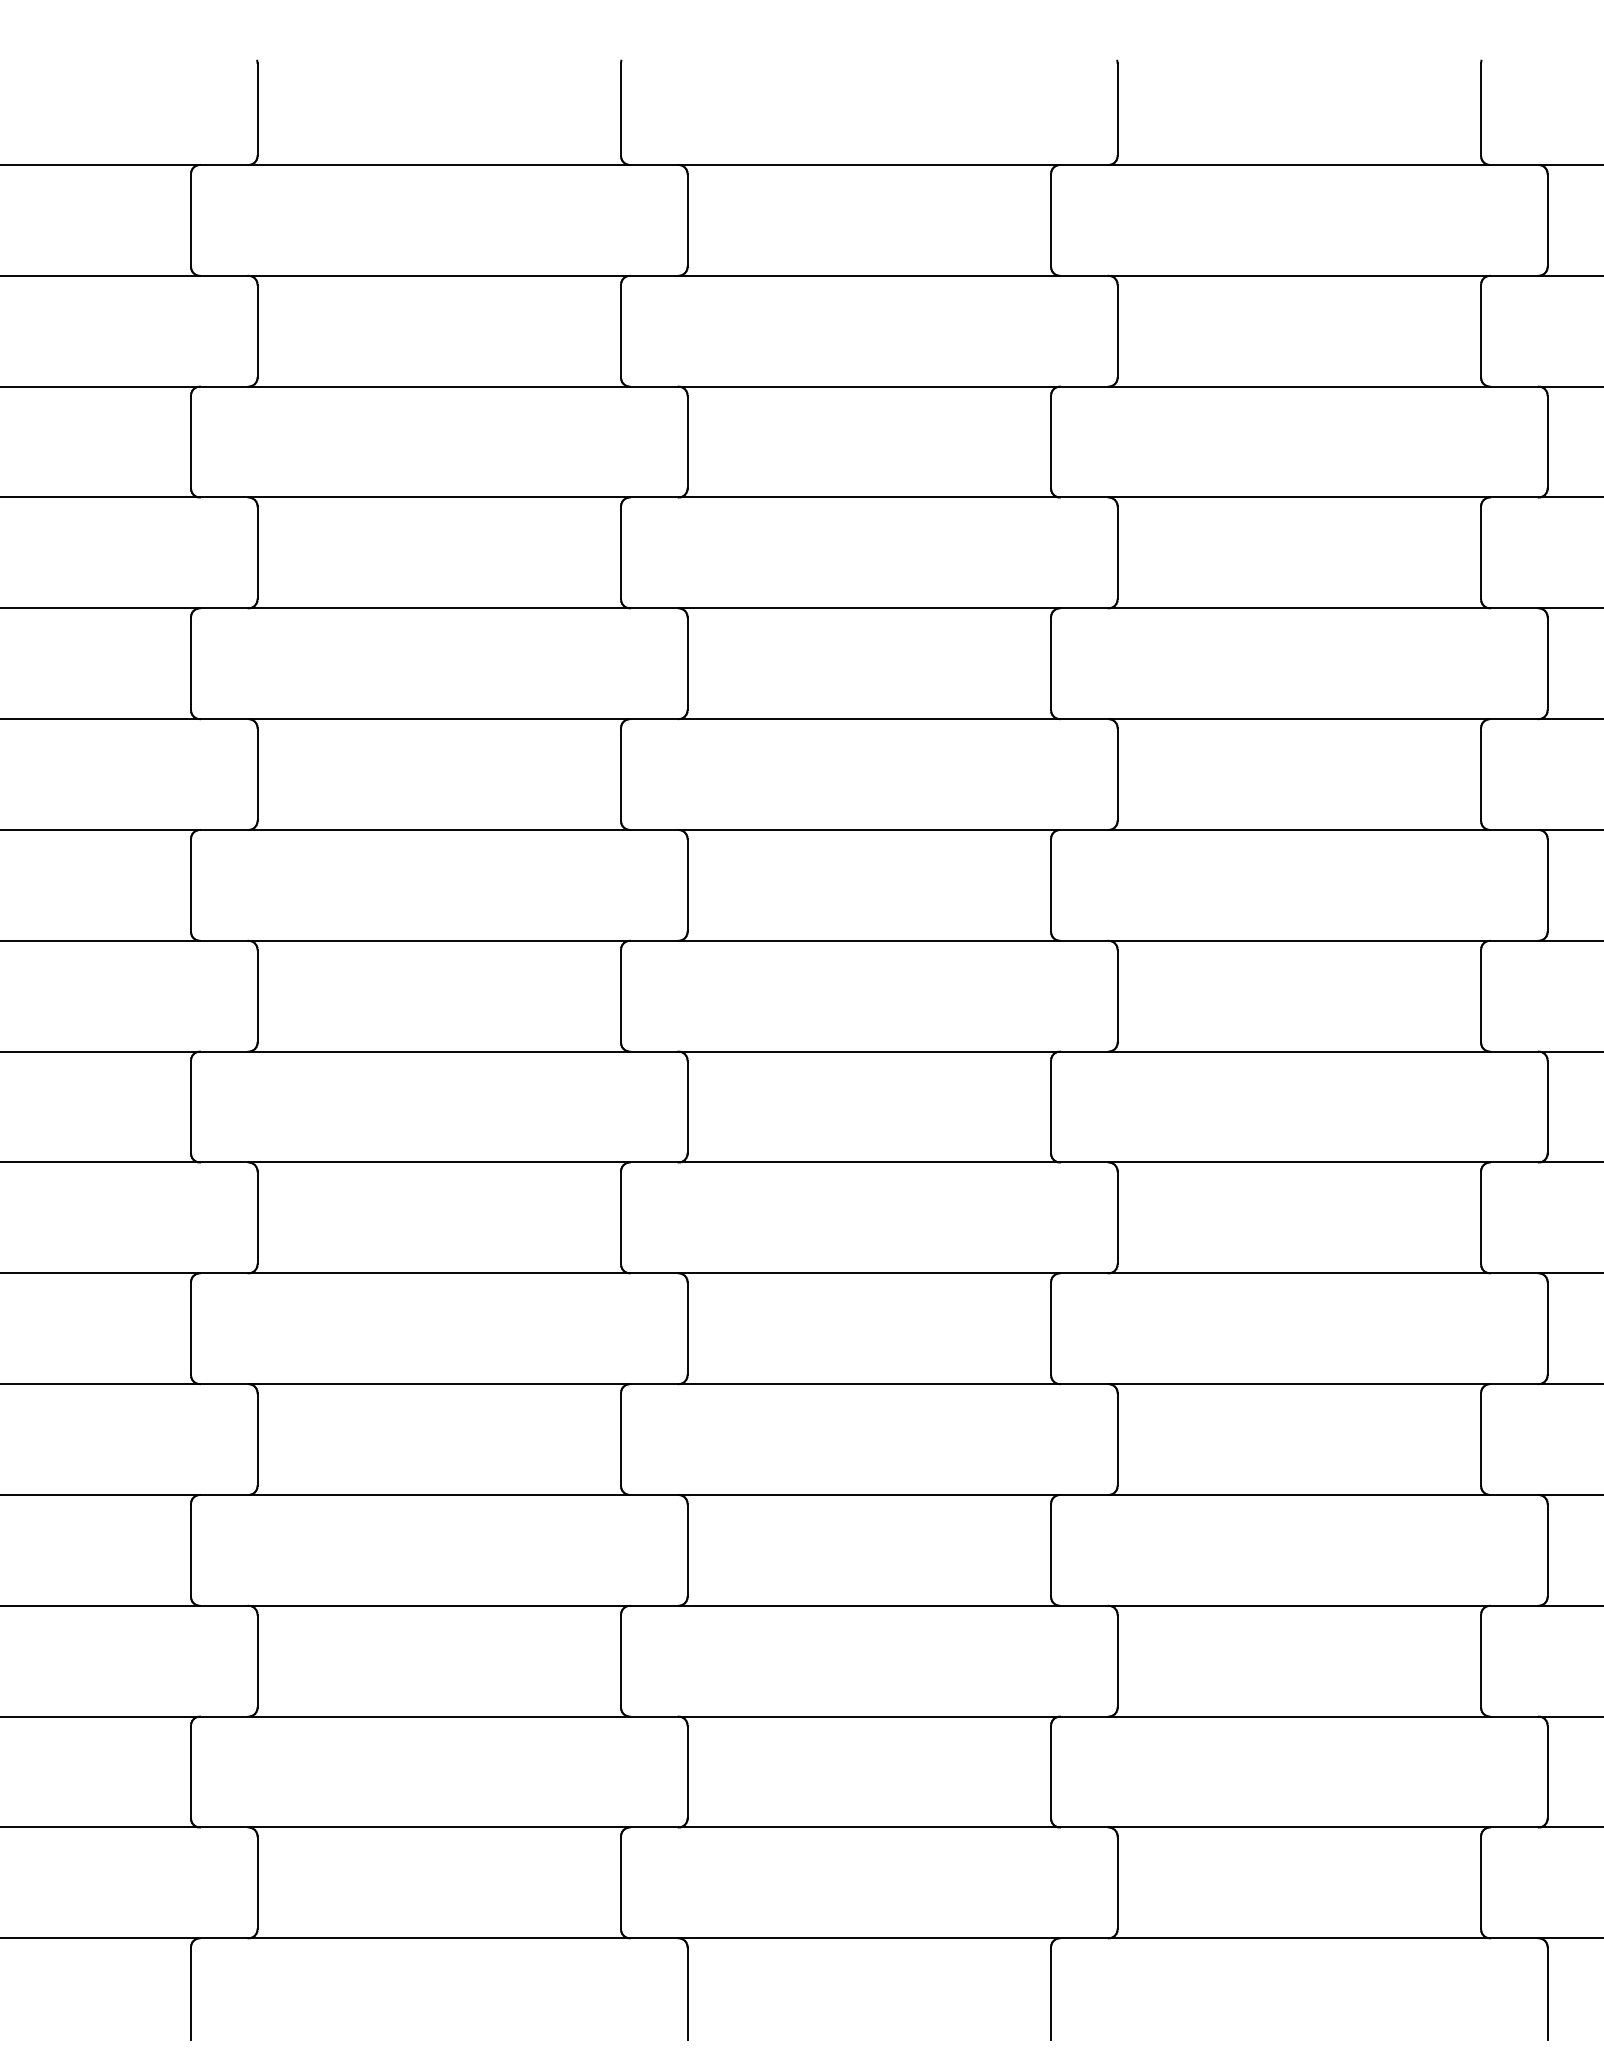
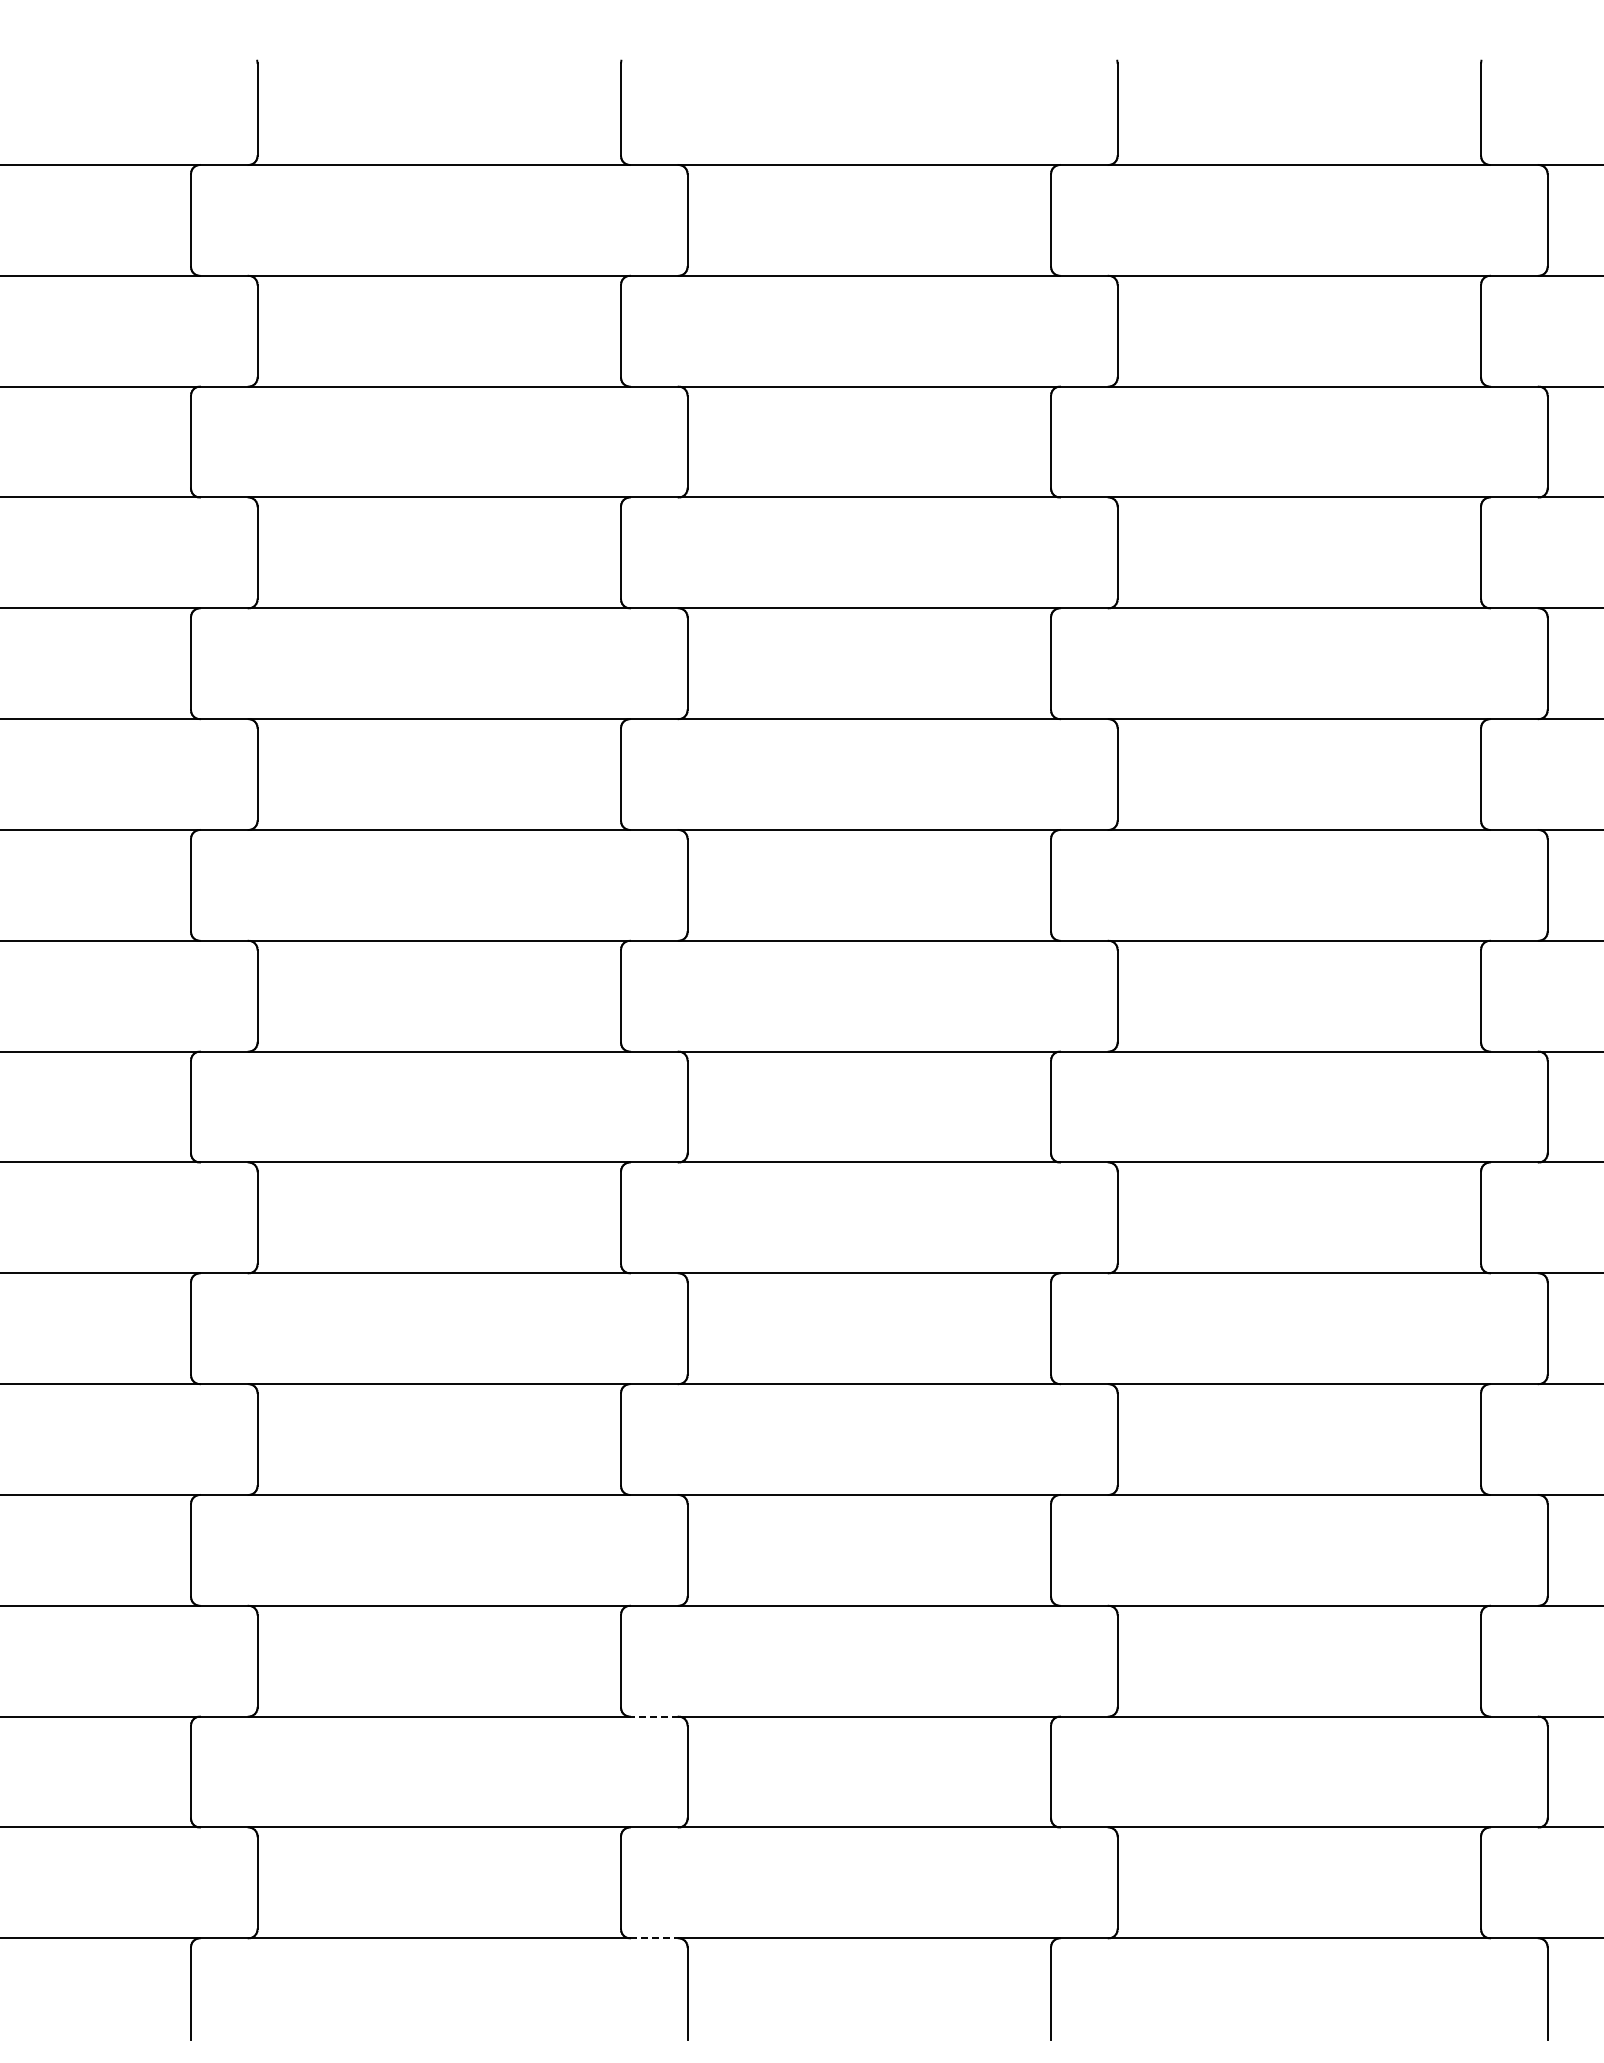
line at (653, 1716): solid -> dashed
line at (654, 1938): solid -> dashed
